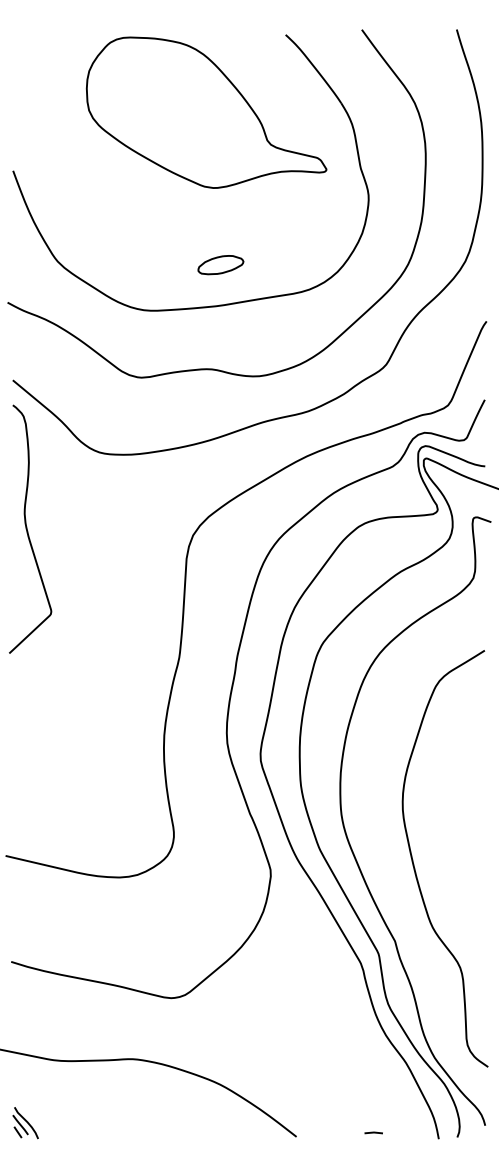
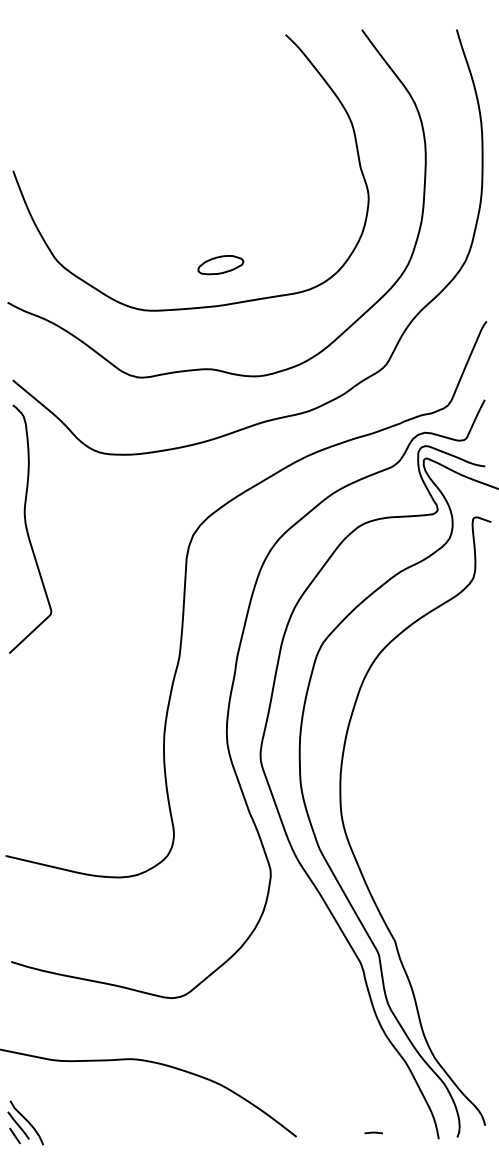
part at (206, 112): present -> none
curve at (414, 864): present -> none
part at (25, 1123) size: 27x33 px -> 37x46 px
